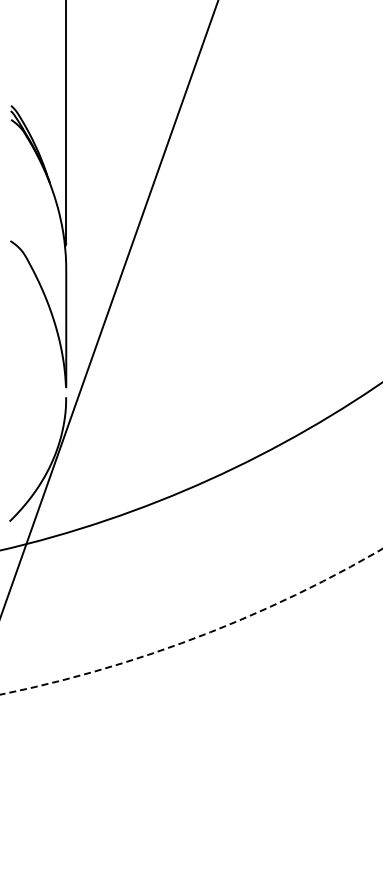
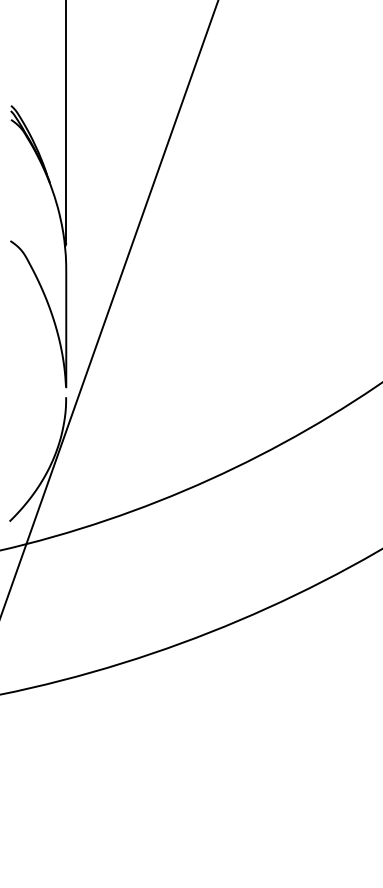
circle at (191, 621): dashed -> solid
